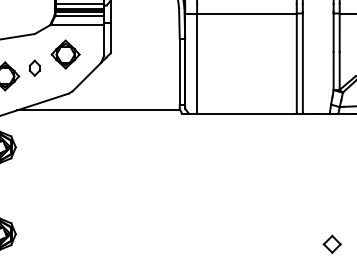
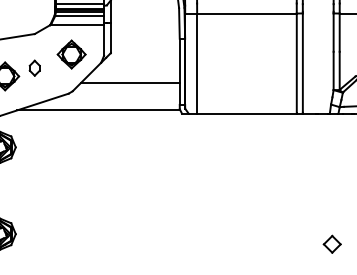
part at (65, 54) position: (65, 54) -> (71, 54)
line at (130, 82): none -> present
